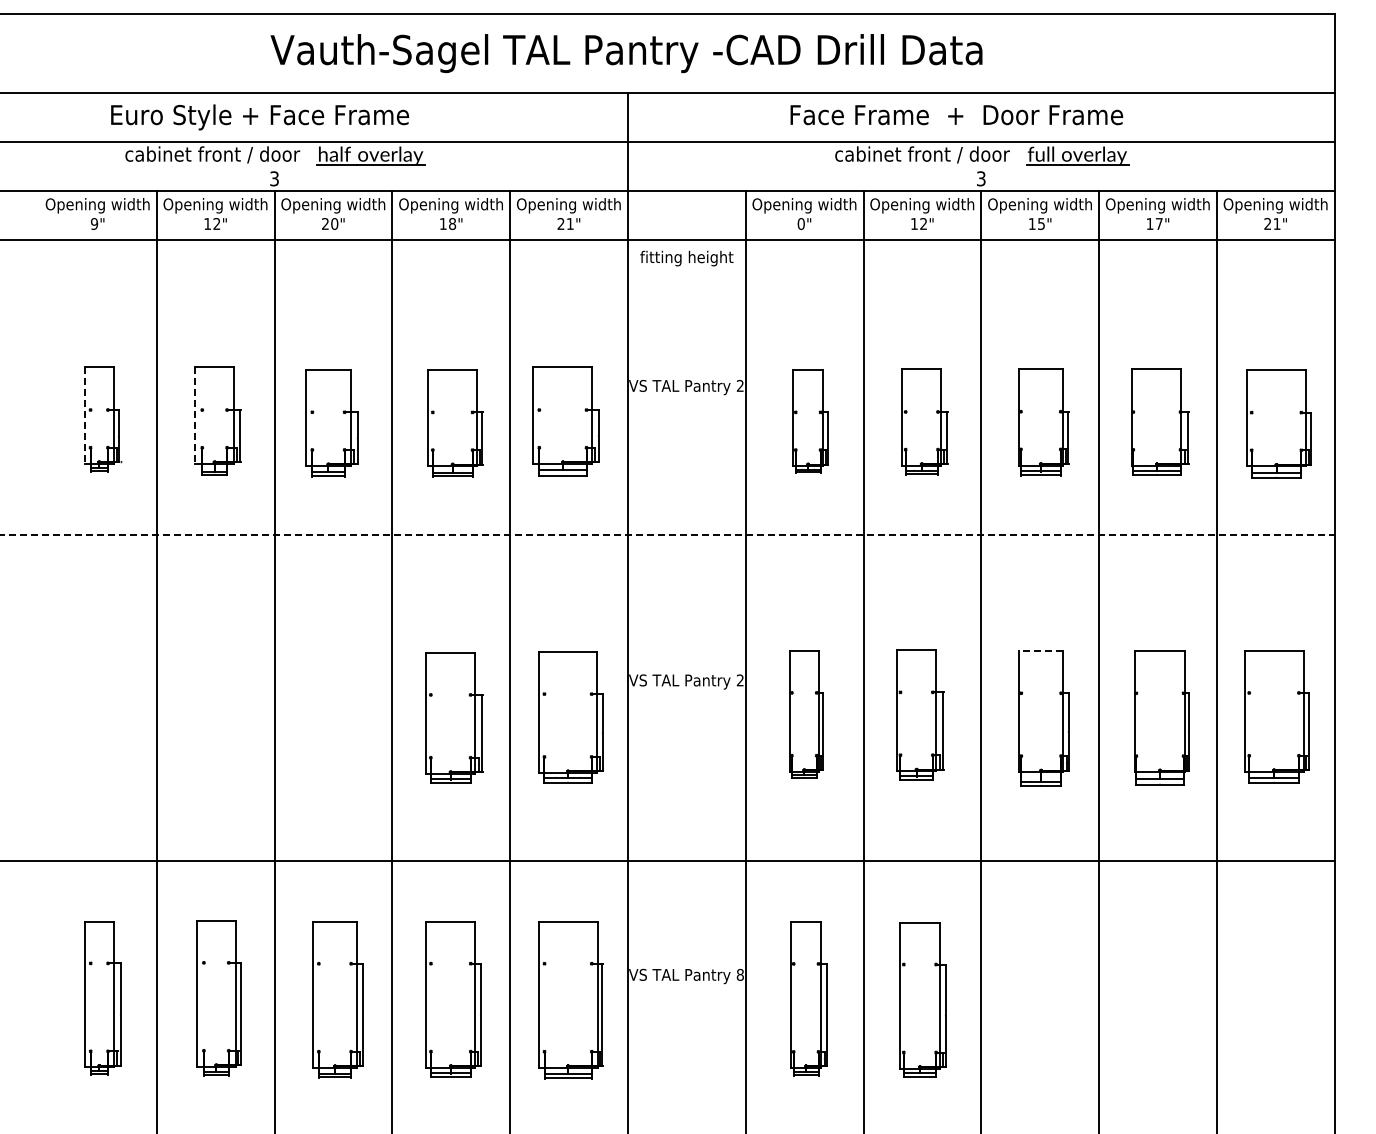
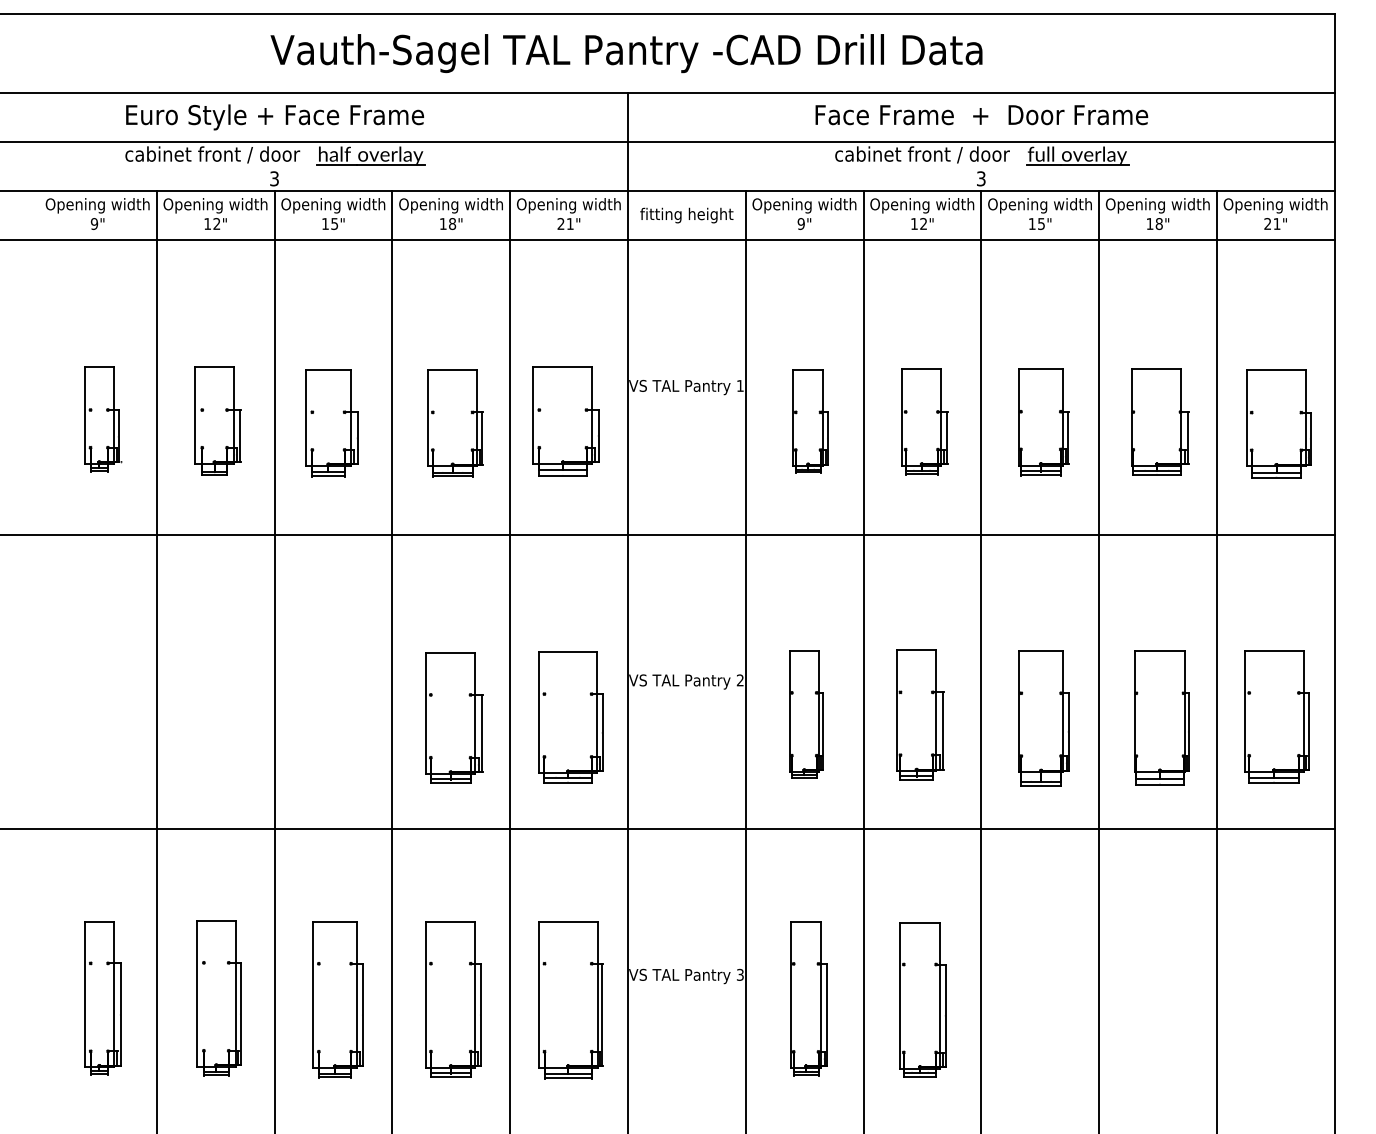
text at (956, 115) position: (956, 115) -> (981, 115)
text at (260, 117) position: (260, 117) -> (275, 117)
text at (330, 223): 20" -> 15"
text at (800, 223): 0" -> 9"
text at (1158, 224): 17" -> 18"
text at (686, 258) position: (686, 258) -> (686, 215)
text at (739, 385): 2 -> 1
line at (84, 416): dashed -> solid
line at (195, 416): dashed -> solid
line at (667, 534): dashed -> solid
line at (1040, 651): dashed -> solid
line at (668, 861) position: (668, 861) -> (668, 829)
text at (739, 974): 8 -> 3
